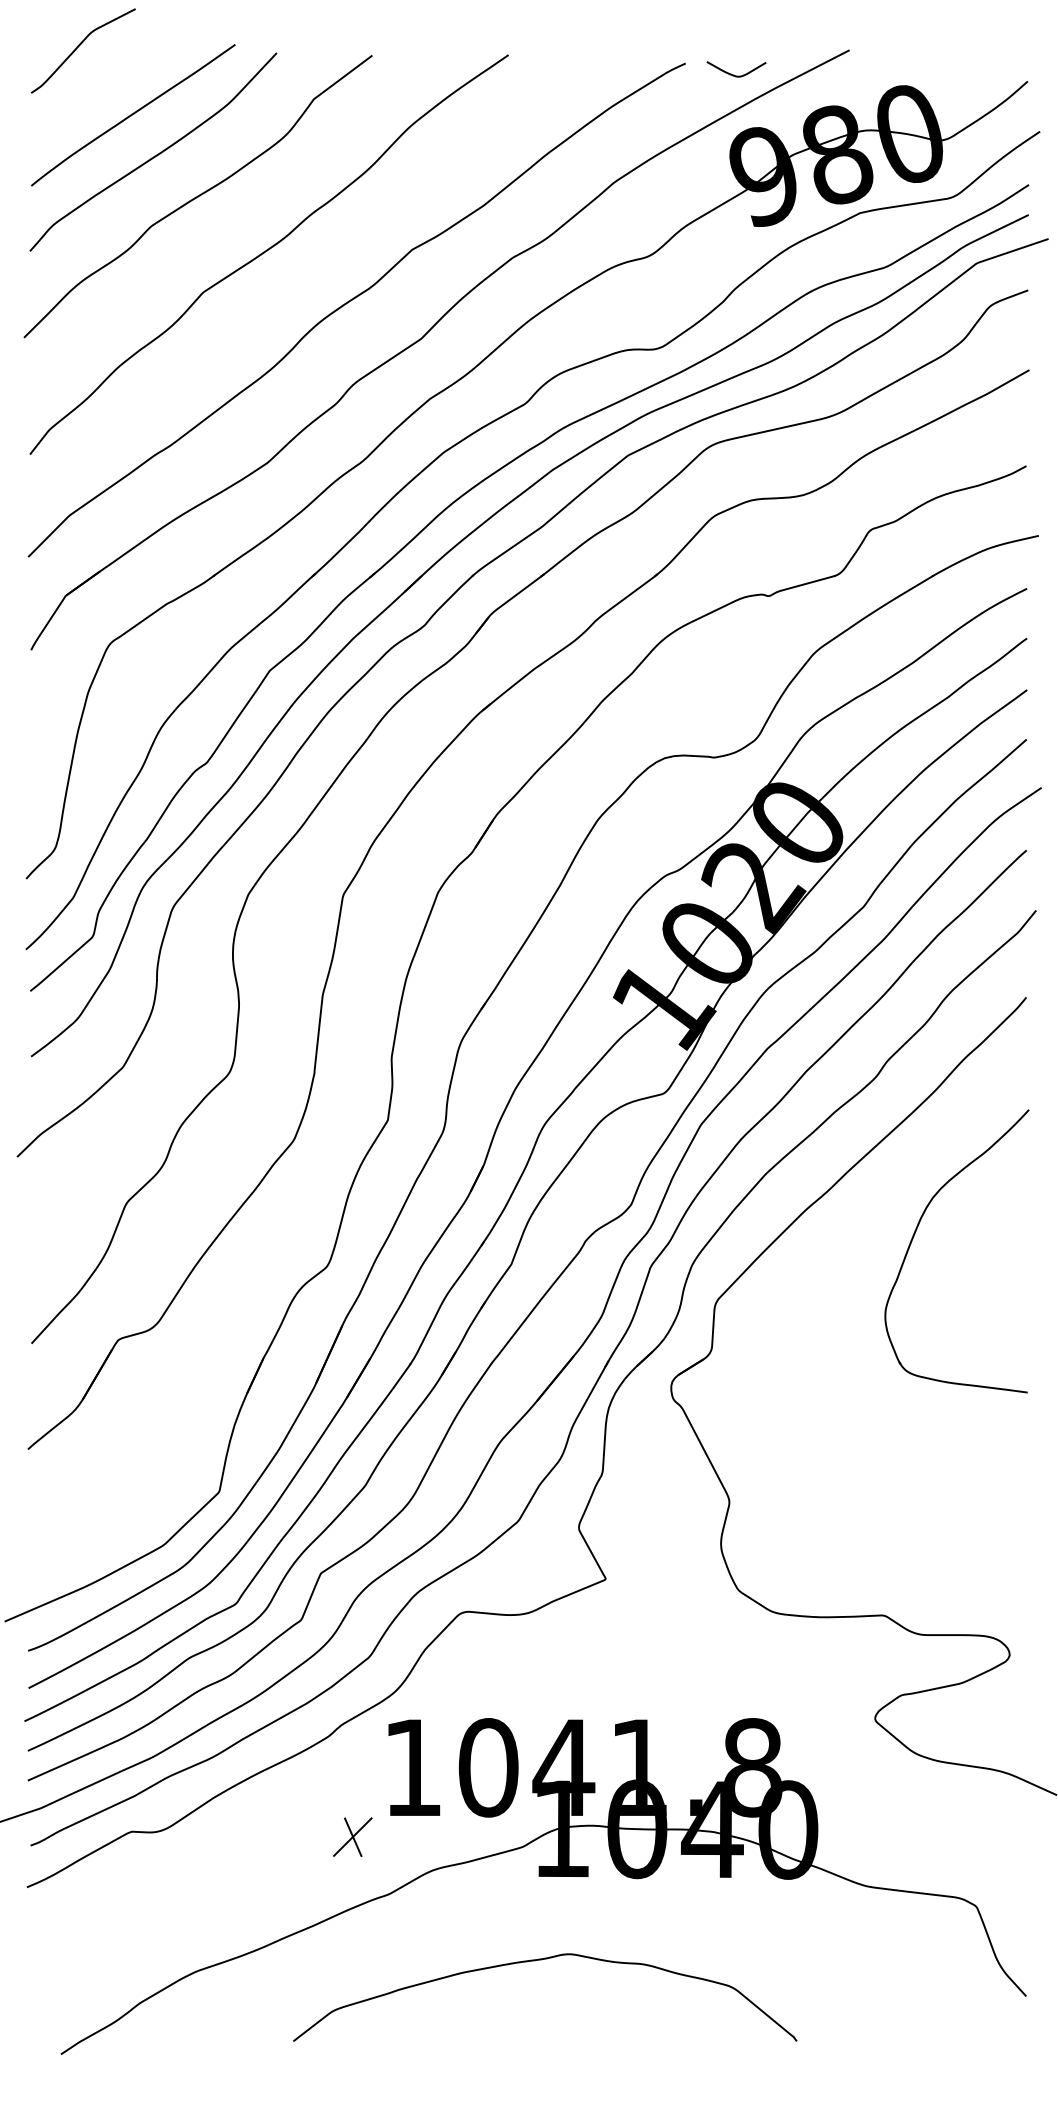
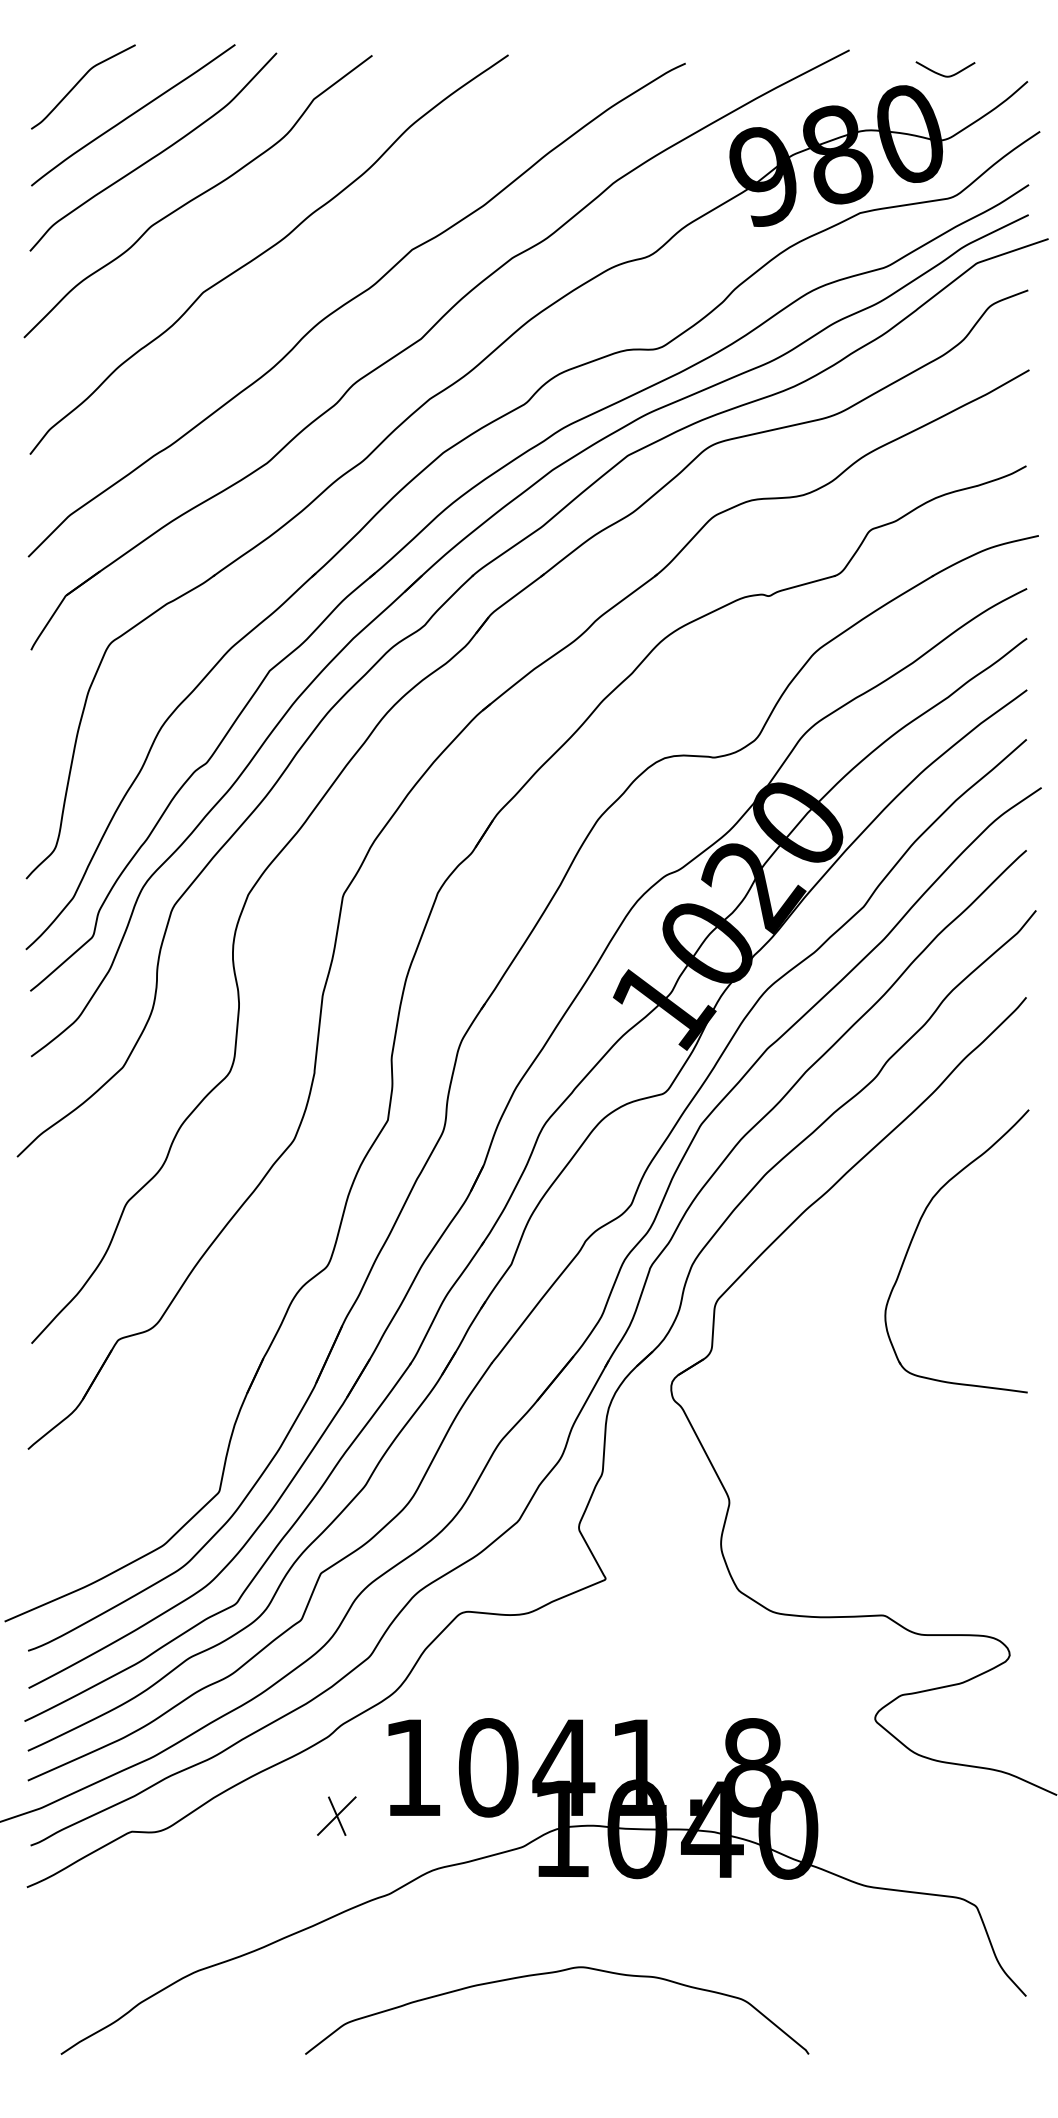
curve at (79, 46) position: (79, 46) -> (79, 82)
curve at (733, 74) position: (733, 74) -> (942, 74)
part at (352, 1836) position: (352, 1836) -> (336, 1815)
curve at (541, 1960) position: (541, 1960) -> (553, 1973)
